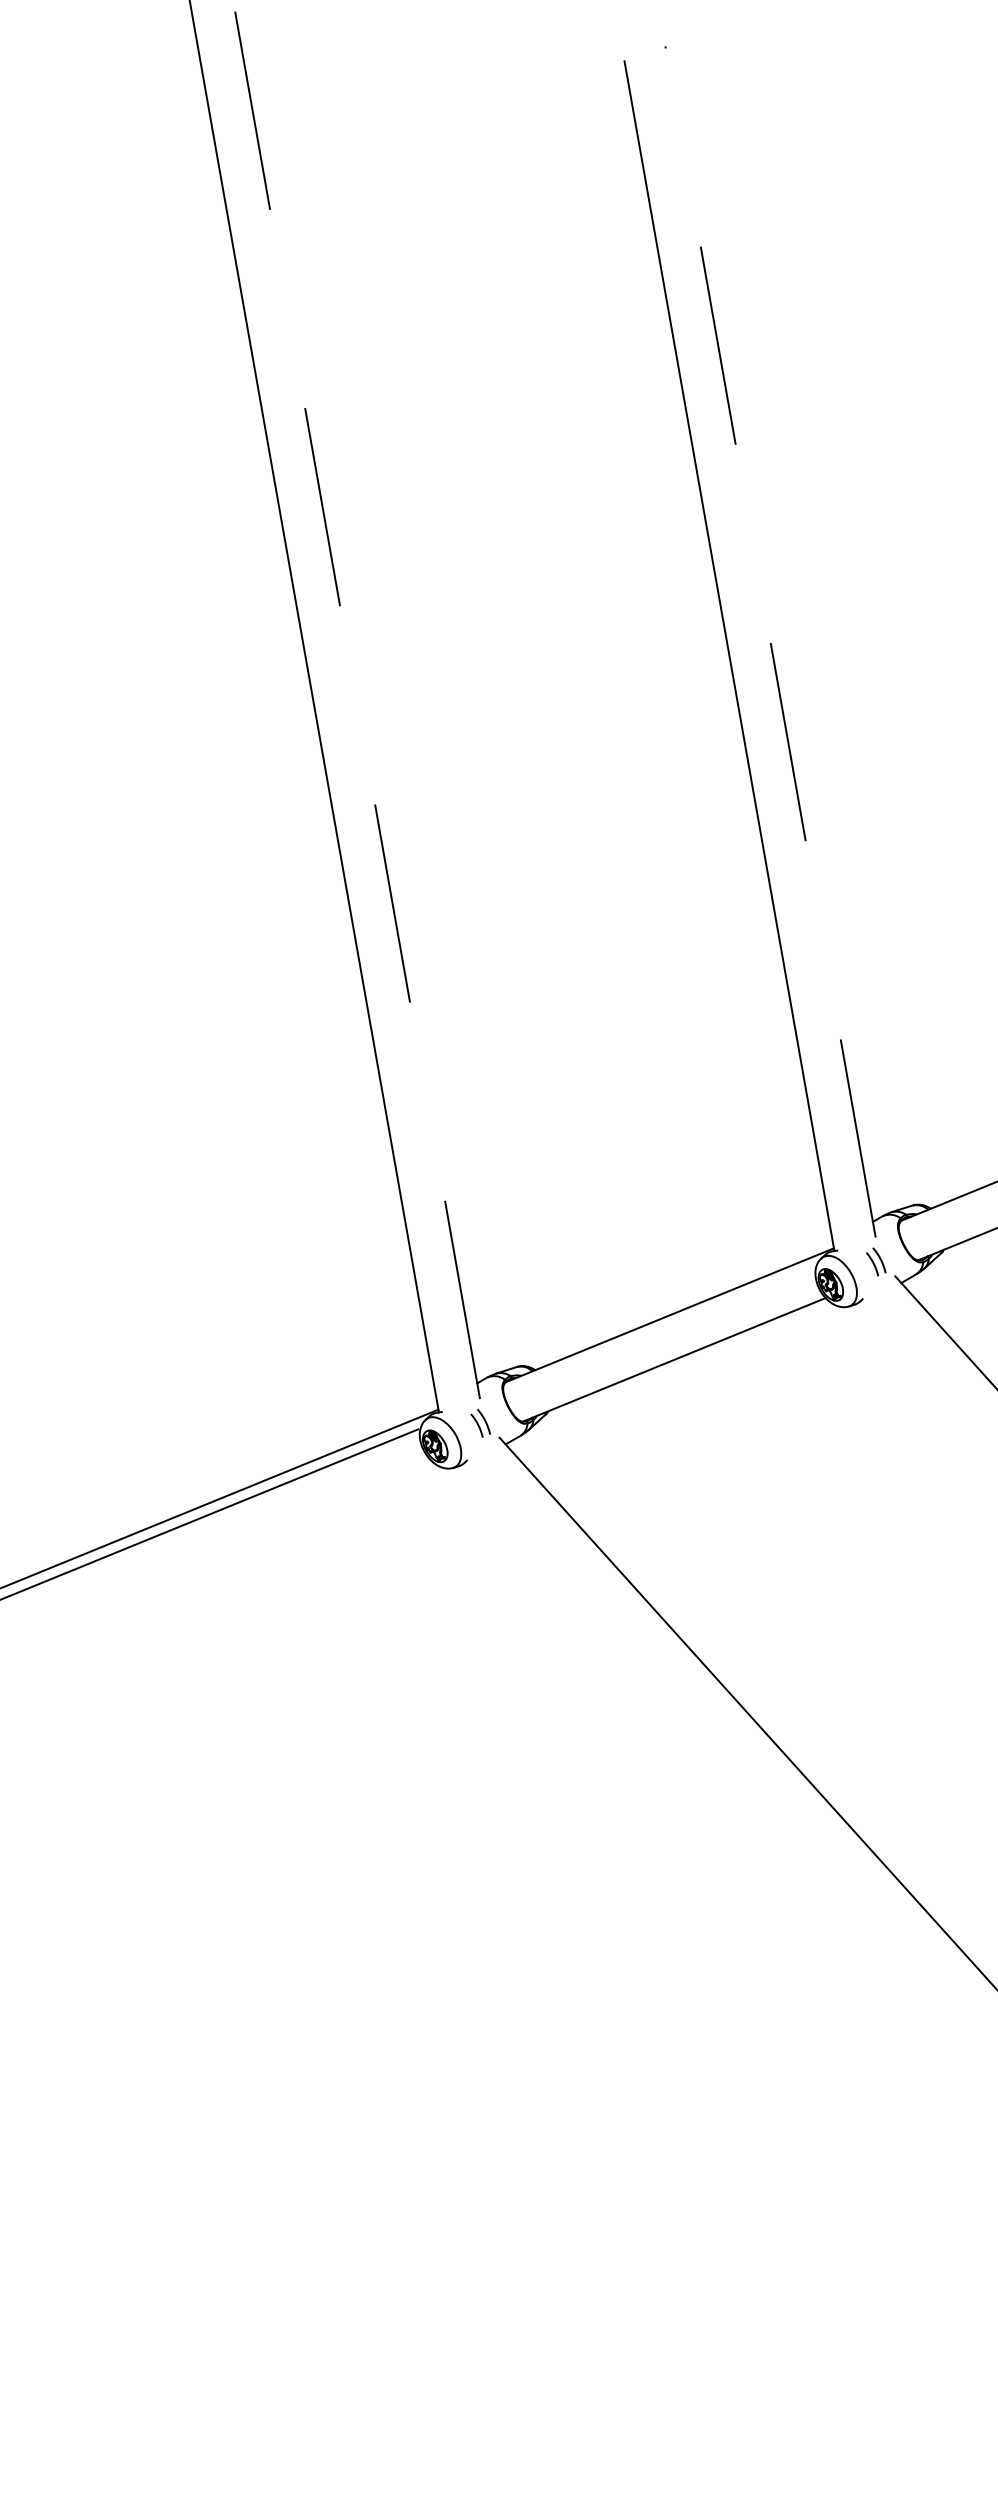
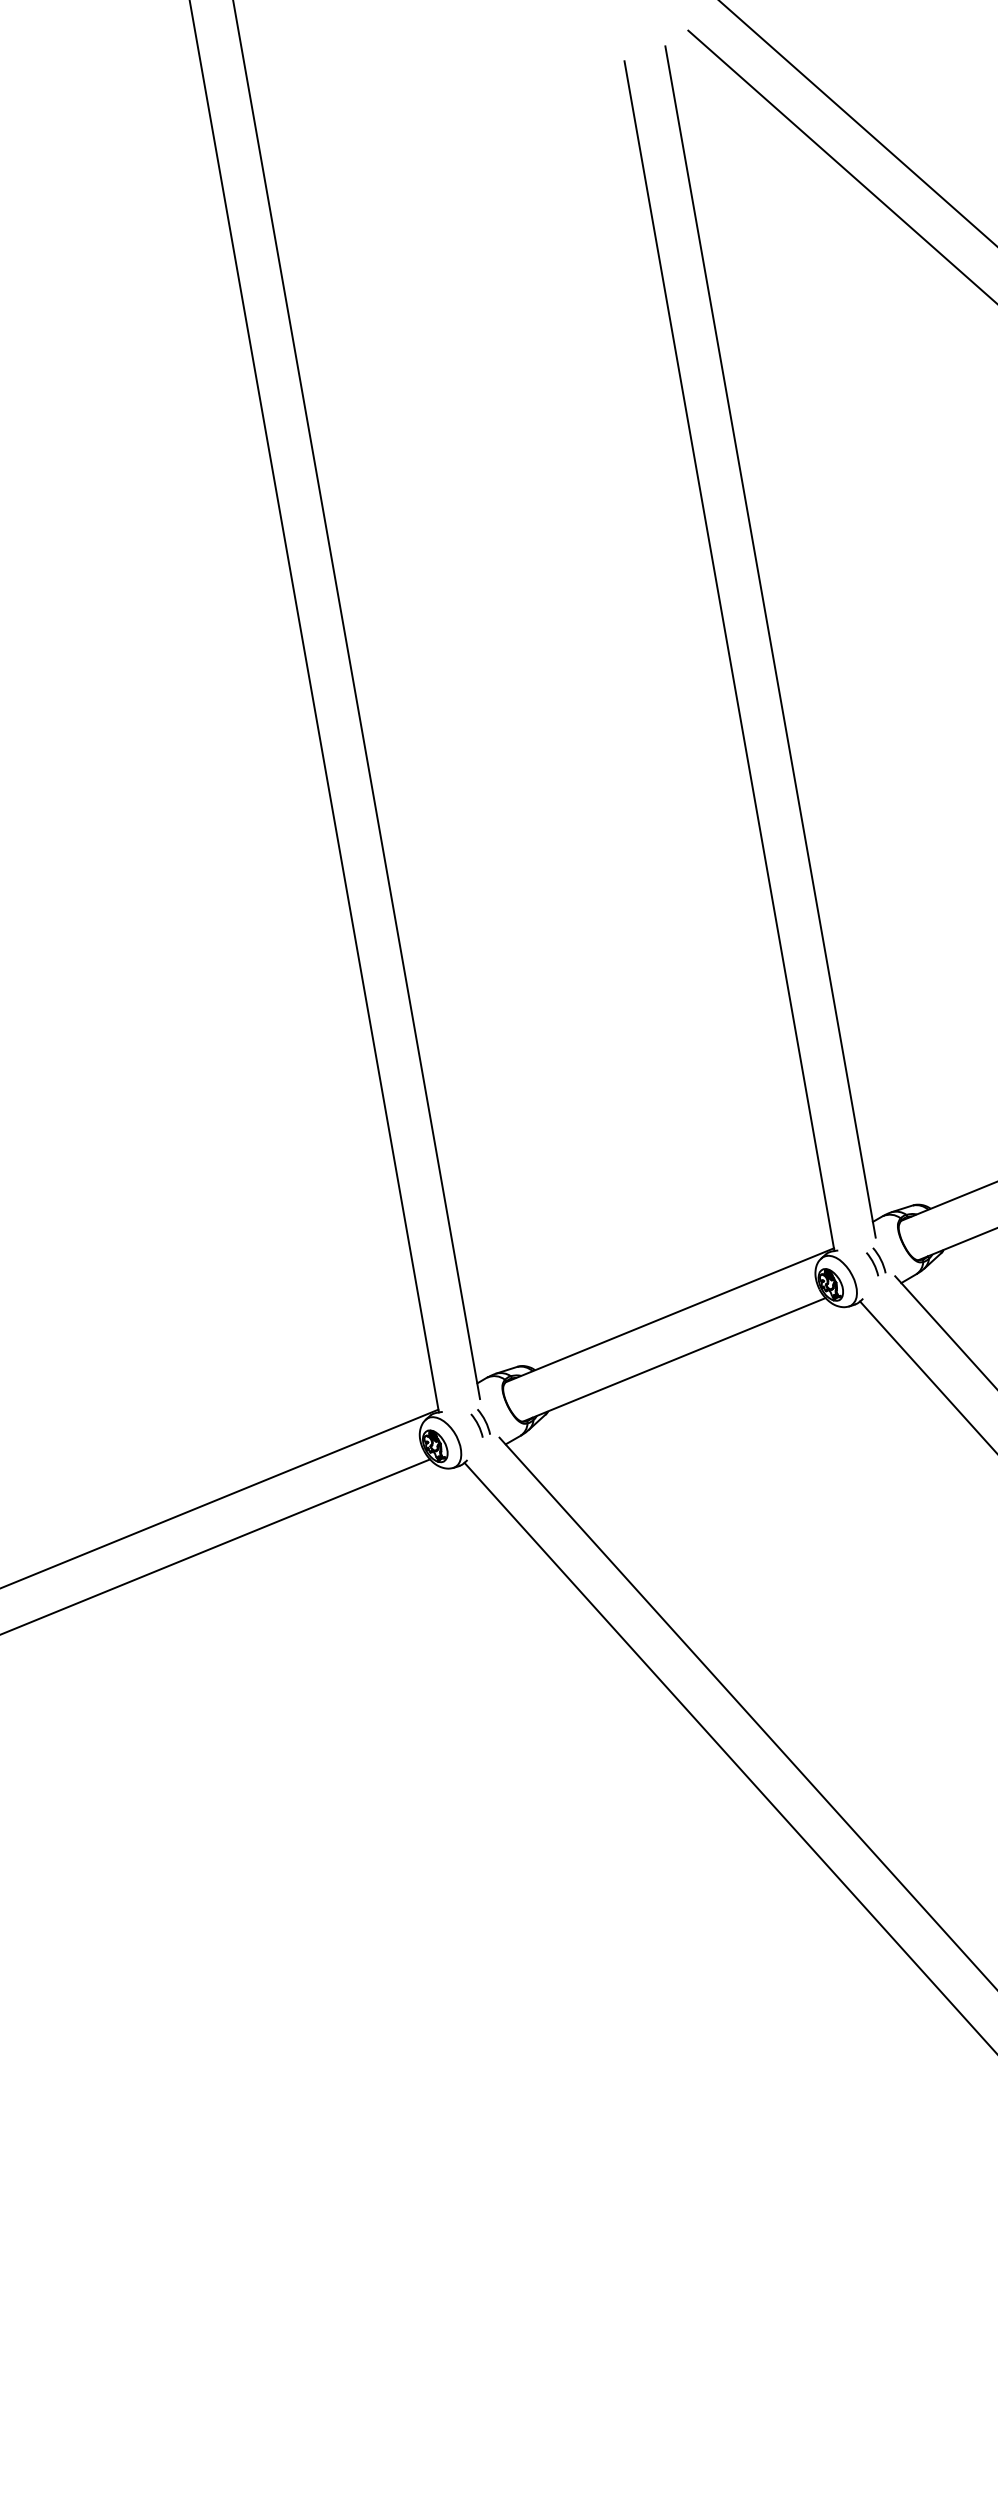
line at (857, 123): none -> present
line at (841, 165): none -> present
line at (770, 642): dashed -> solid
line at (356, 699): dashed -> solid
line at (927, 1375): none -> present
line at (210, 1513) position: (210, 1513) -> (216, 1546)
line at (729, 1756): none -> present
